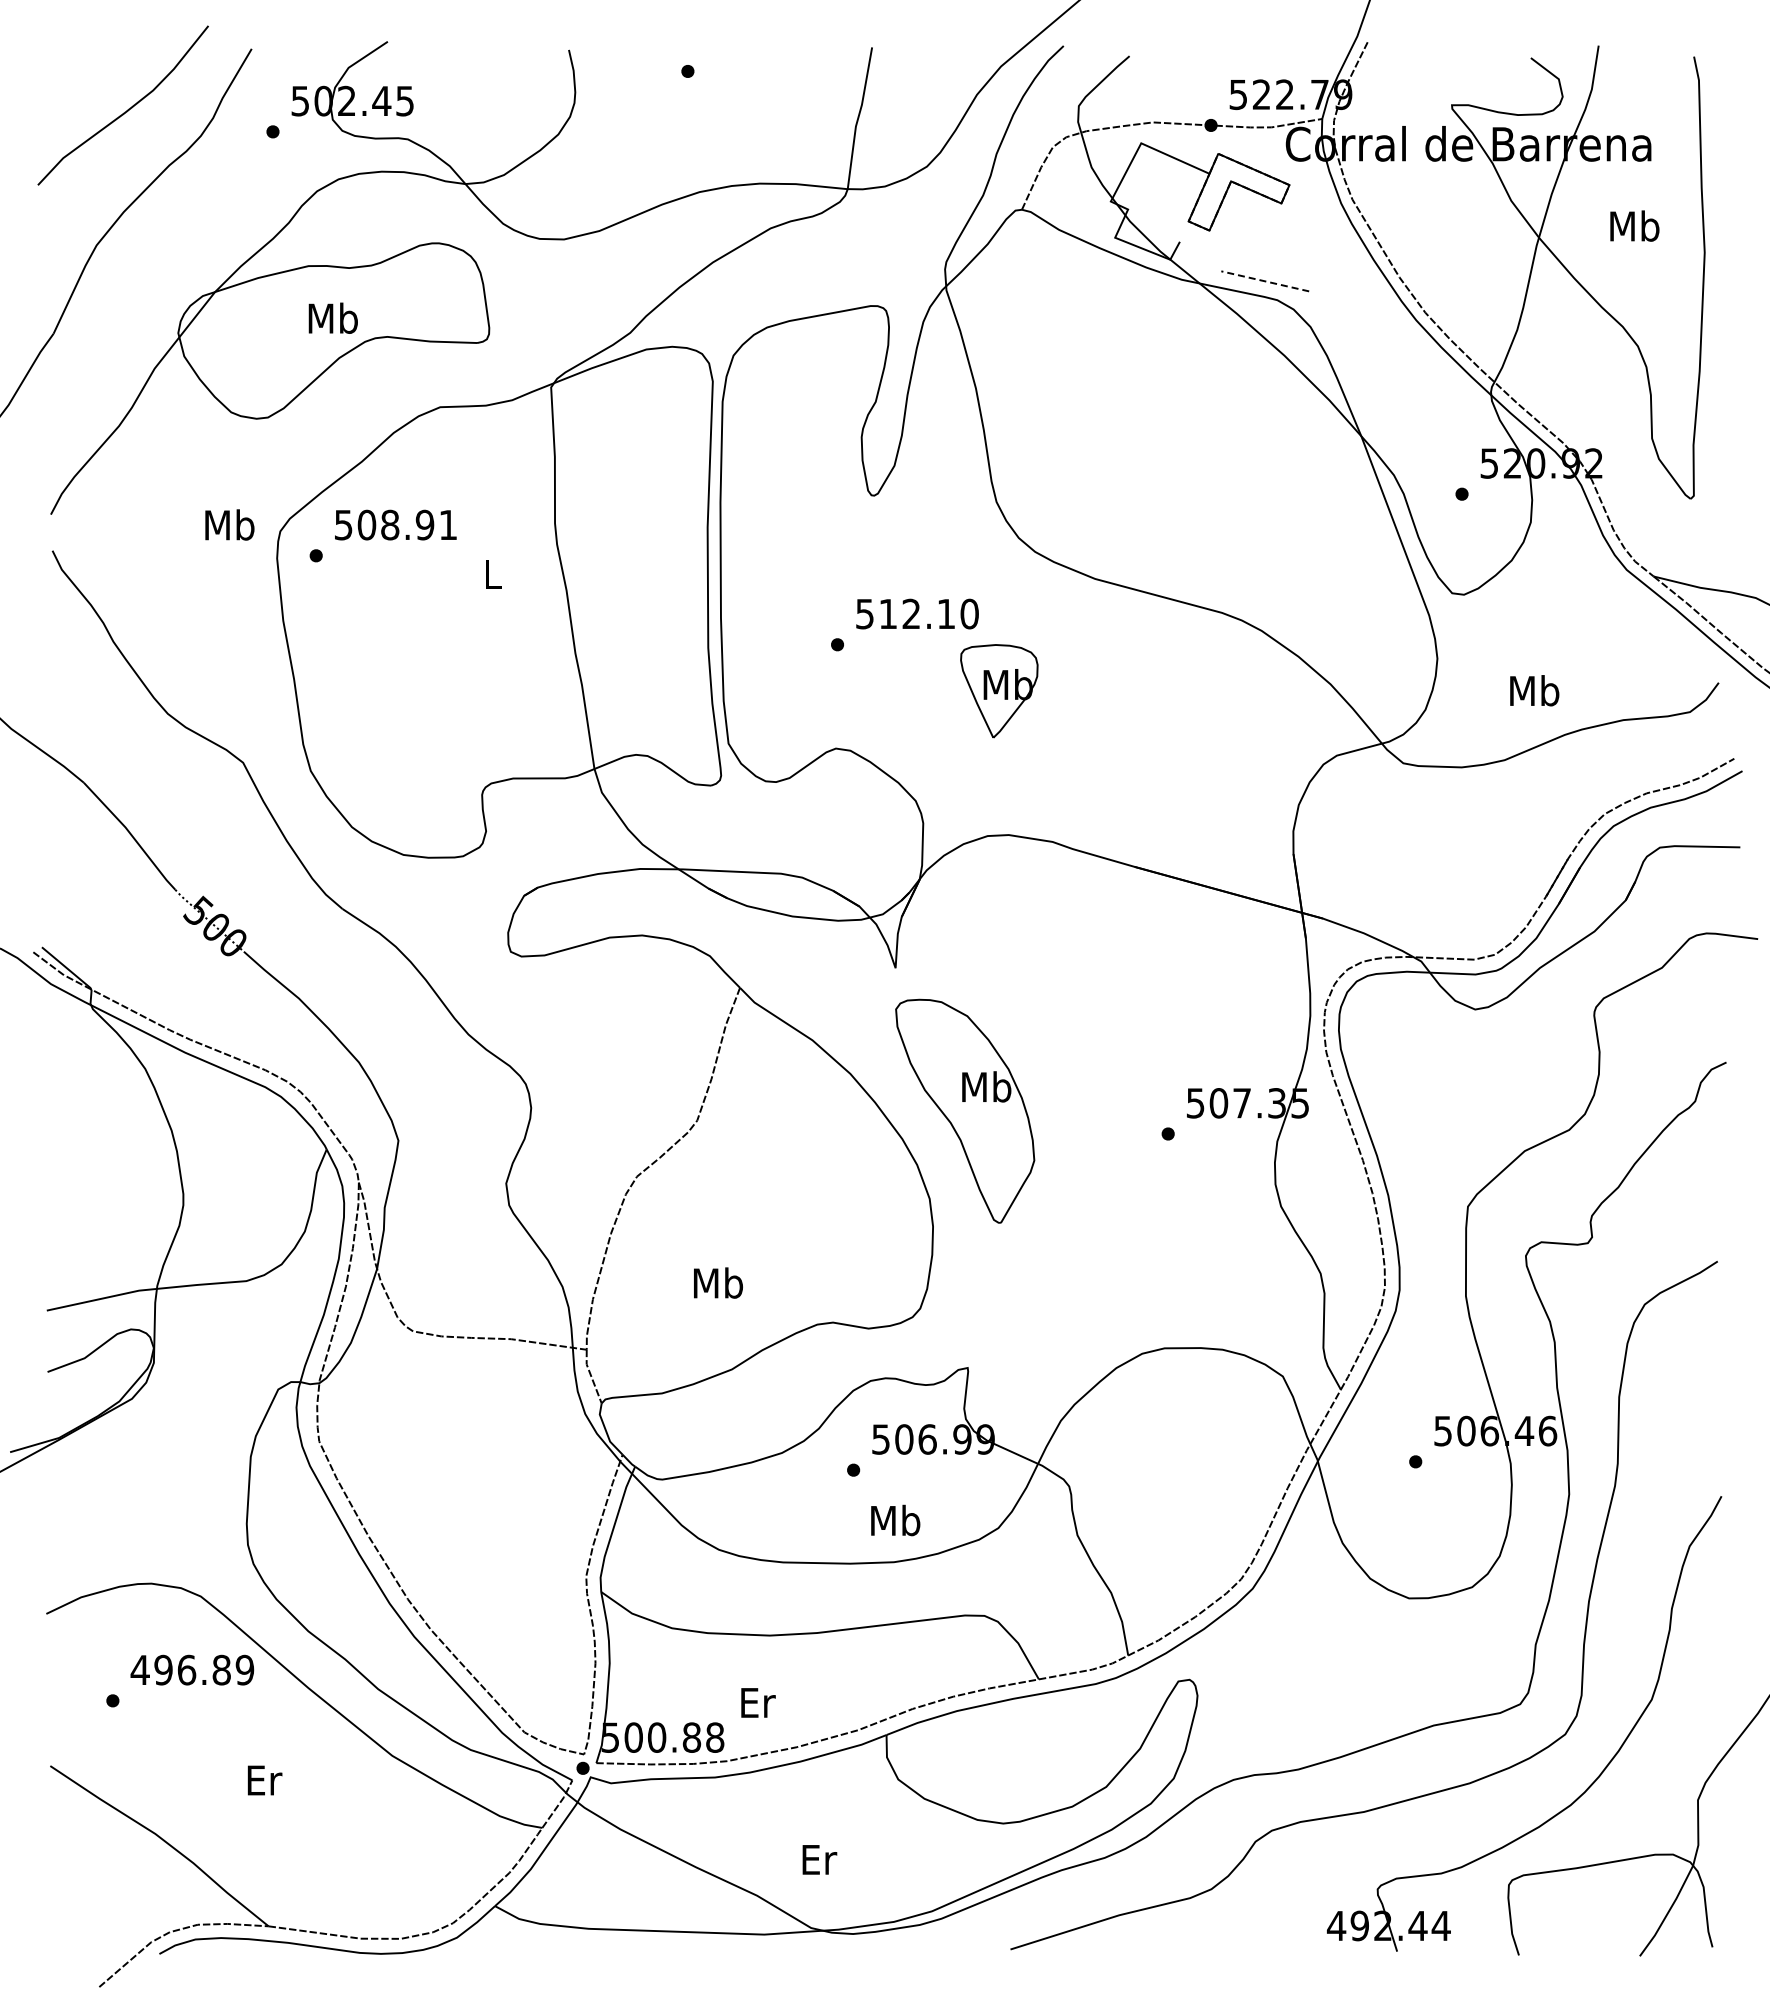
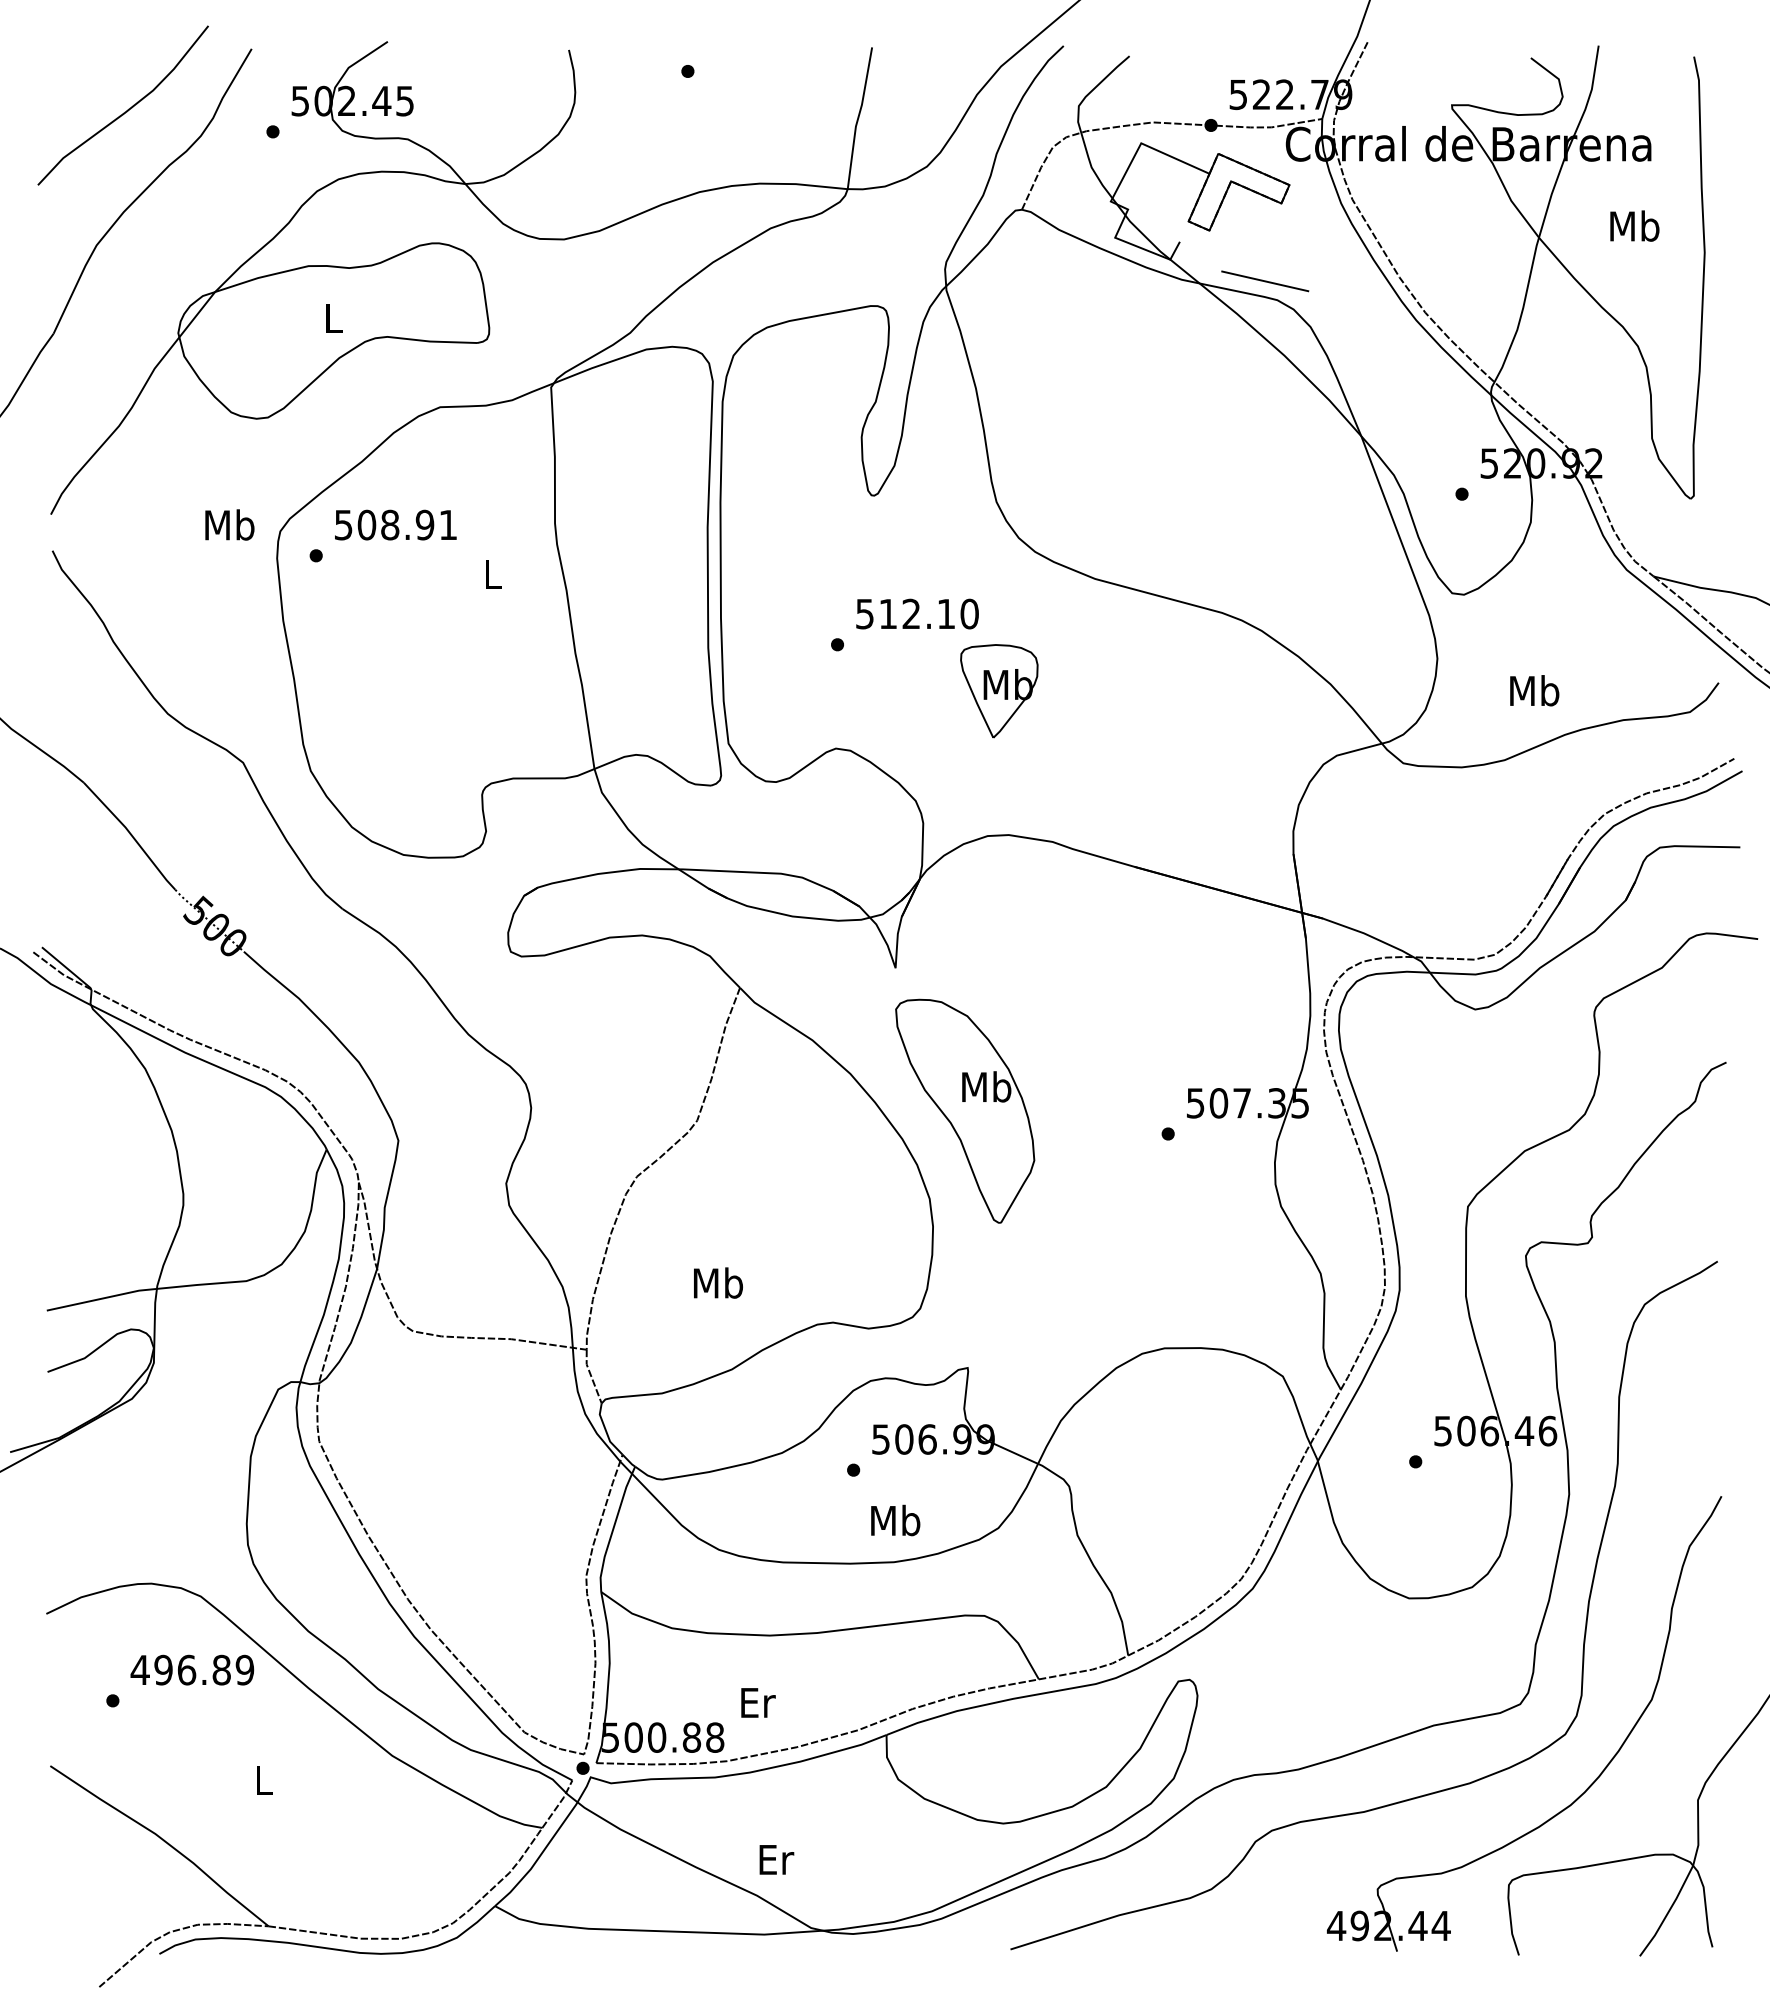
line at (1264, 281): dashed -> solid
text at (332, 317): Mb -> L
text at (264, 1780): Er -> L
text at (819, 1859) position: (819, 1859) -> (776, 1859)
